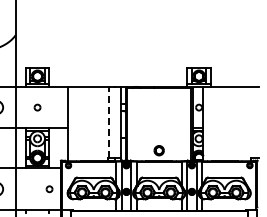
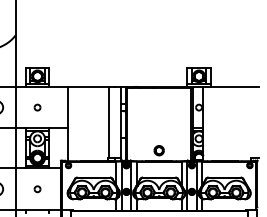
line at (108, 122): dashed -> solid
part at (49, 189) position: (49, 189) -> (37, 189)
